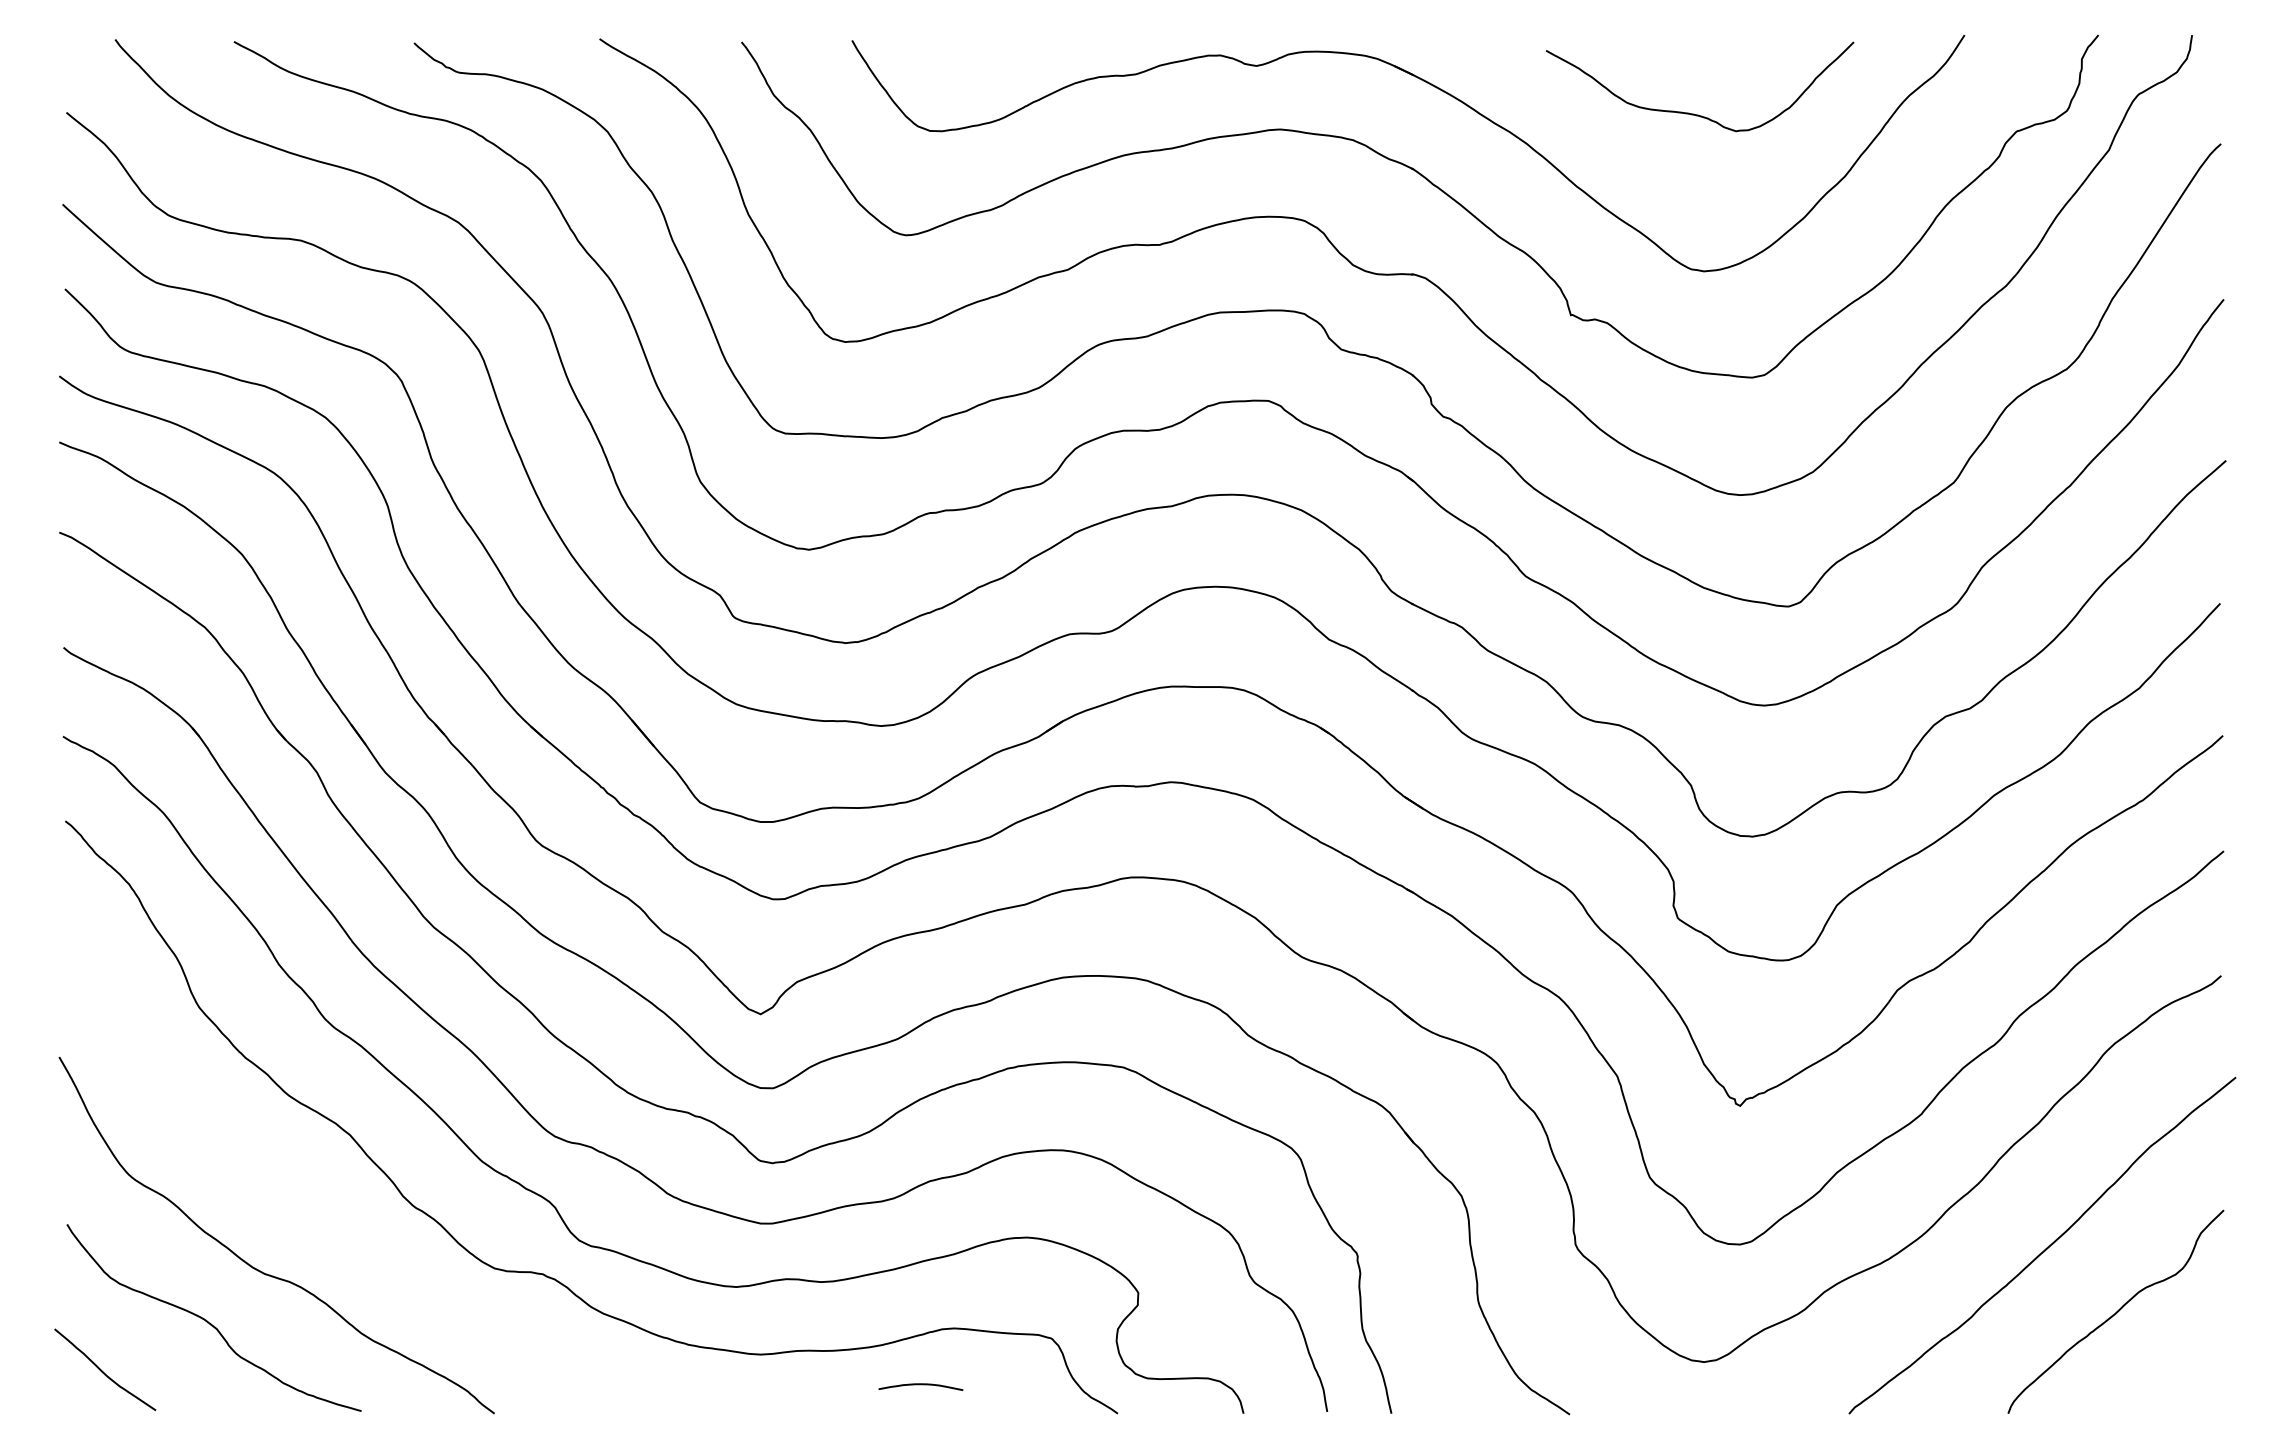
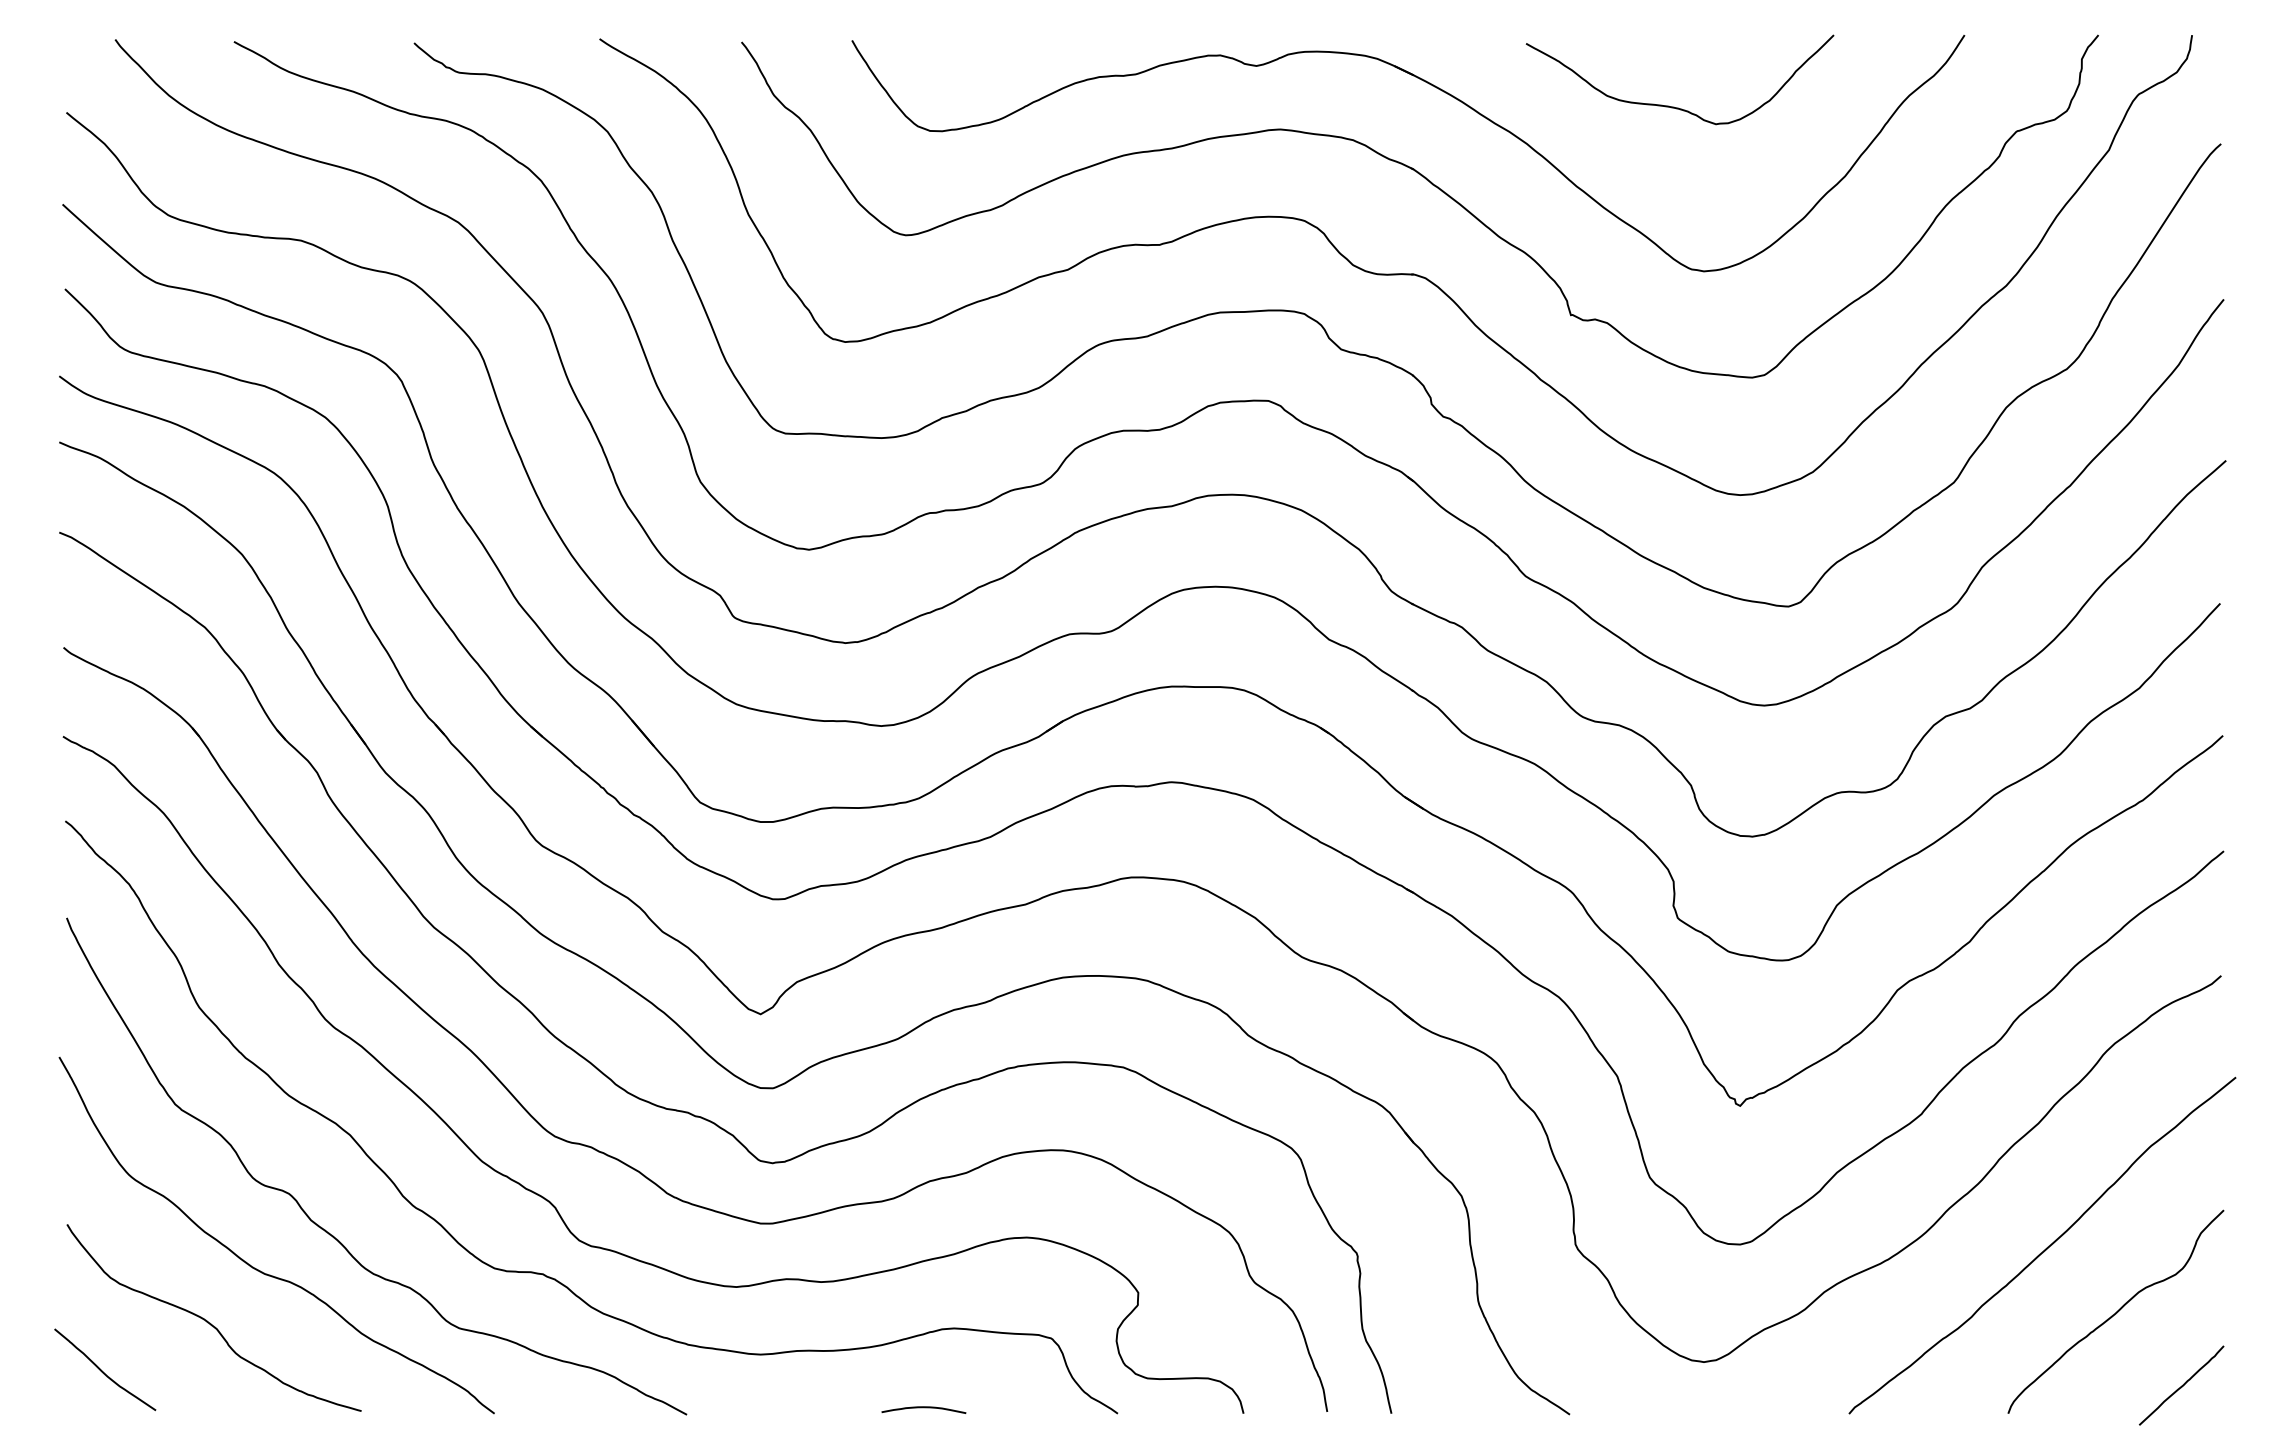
curve at (1694, 113) position: (1694, 113) -> (1674, 106)
curve at (329, 1232): none -> present
curve at (920, 1385) position: (920, 1385) -> (923, 1408)
curve at (2181, 1385): none -> present
